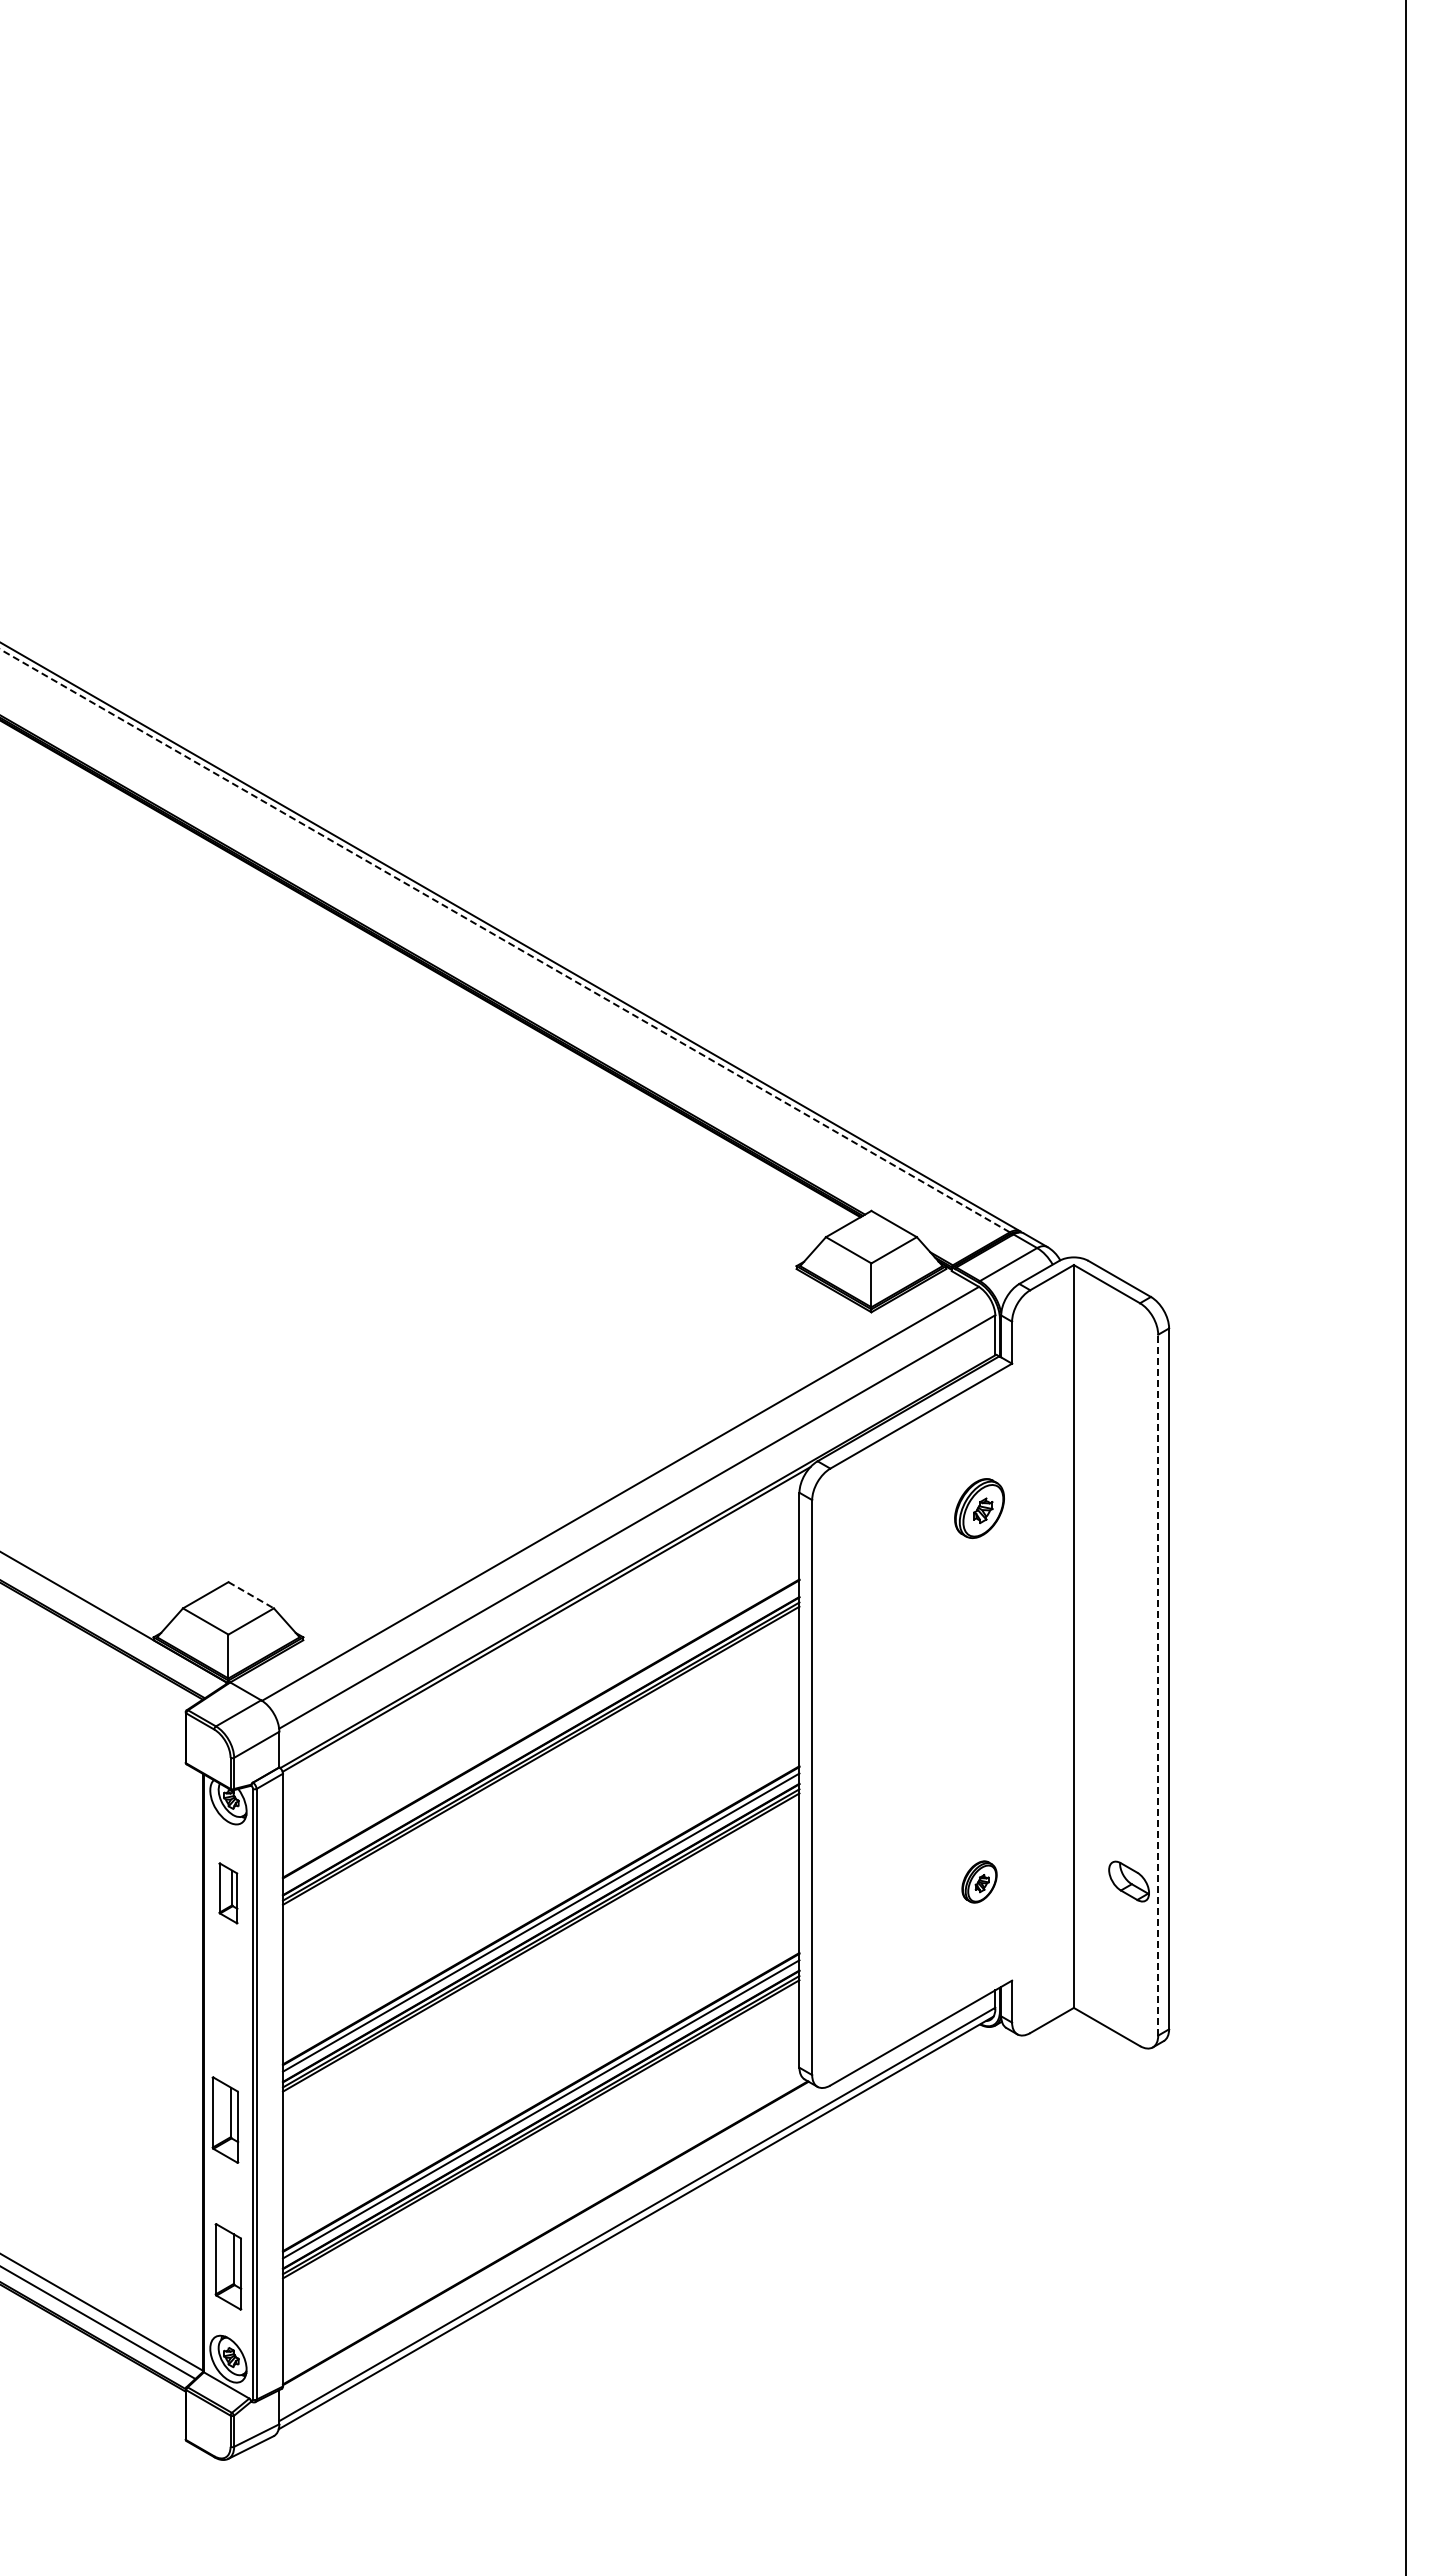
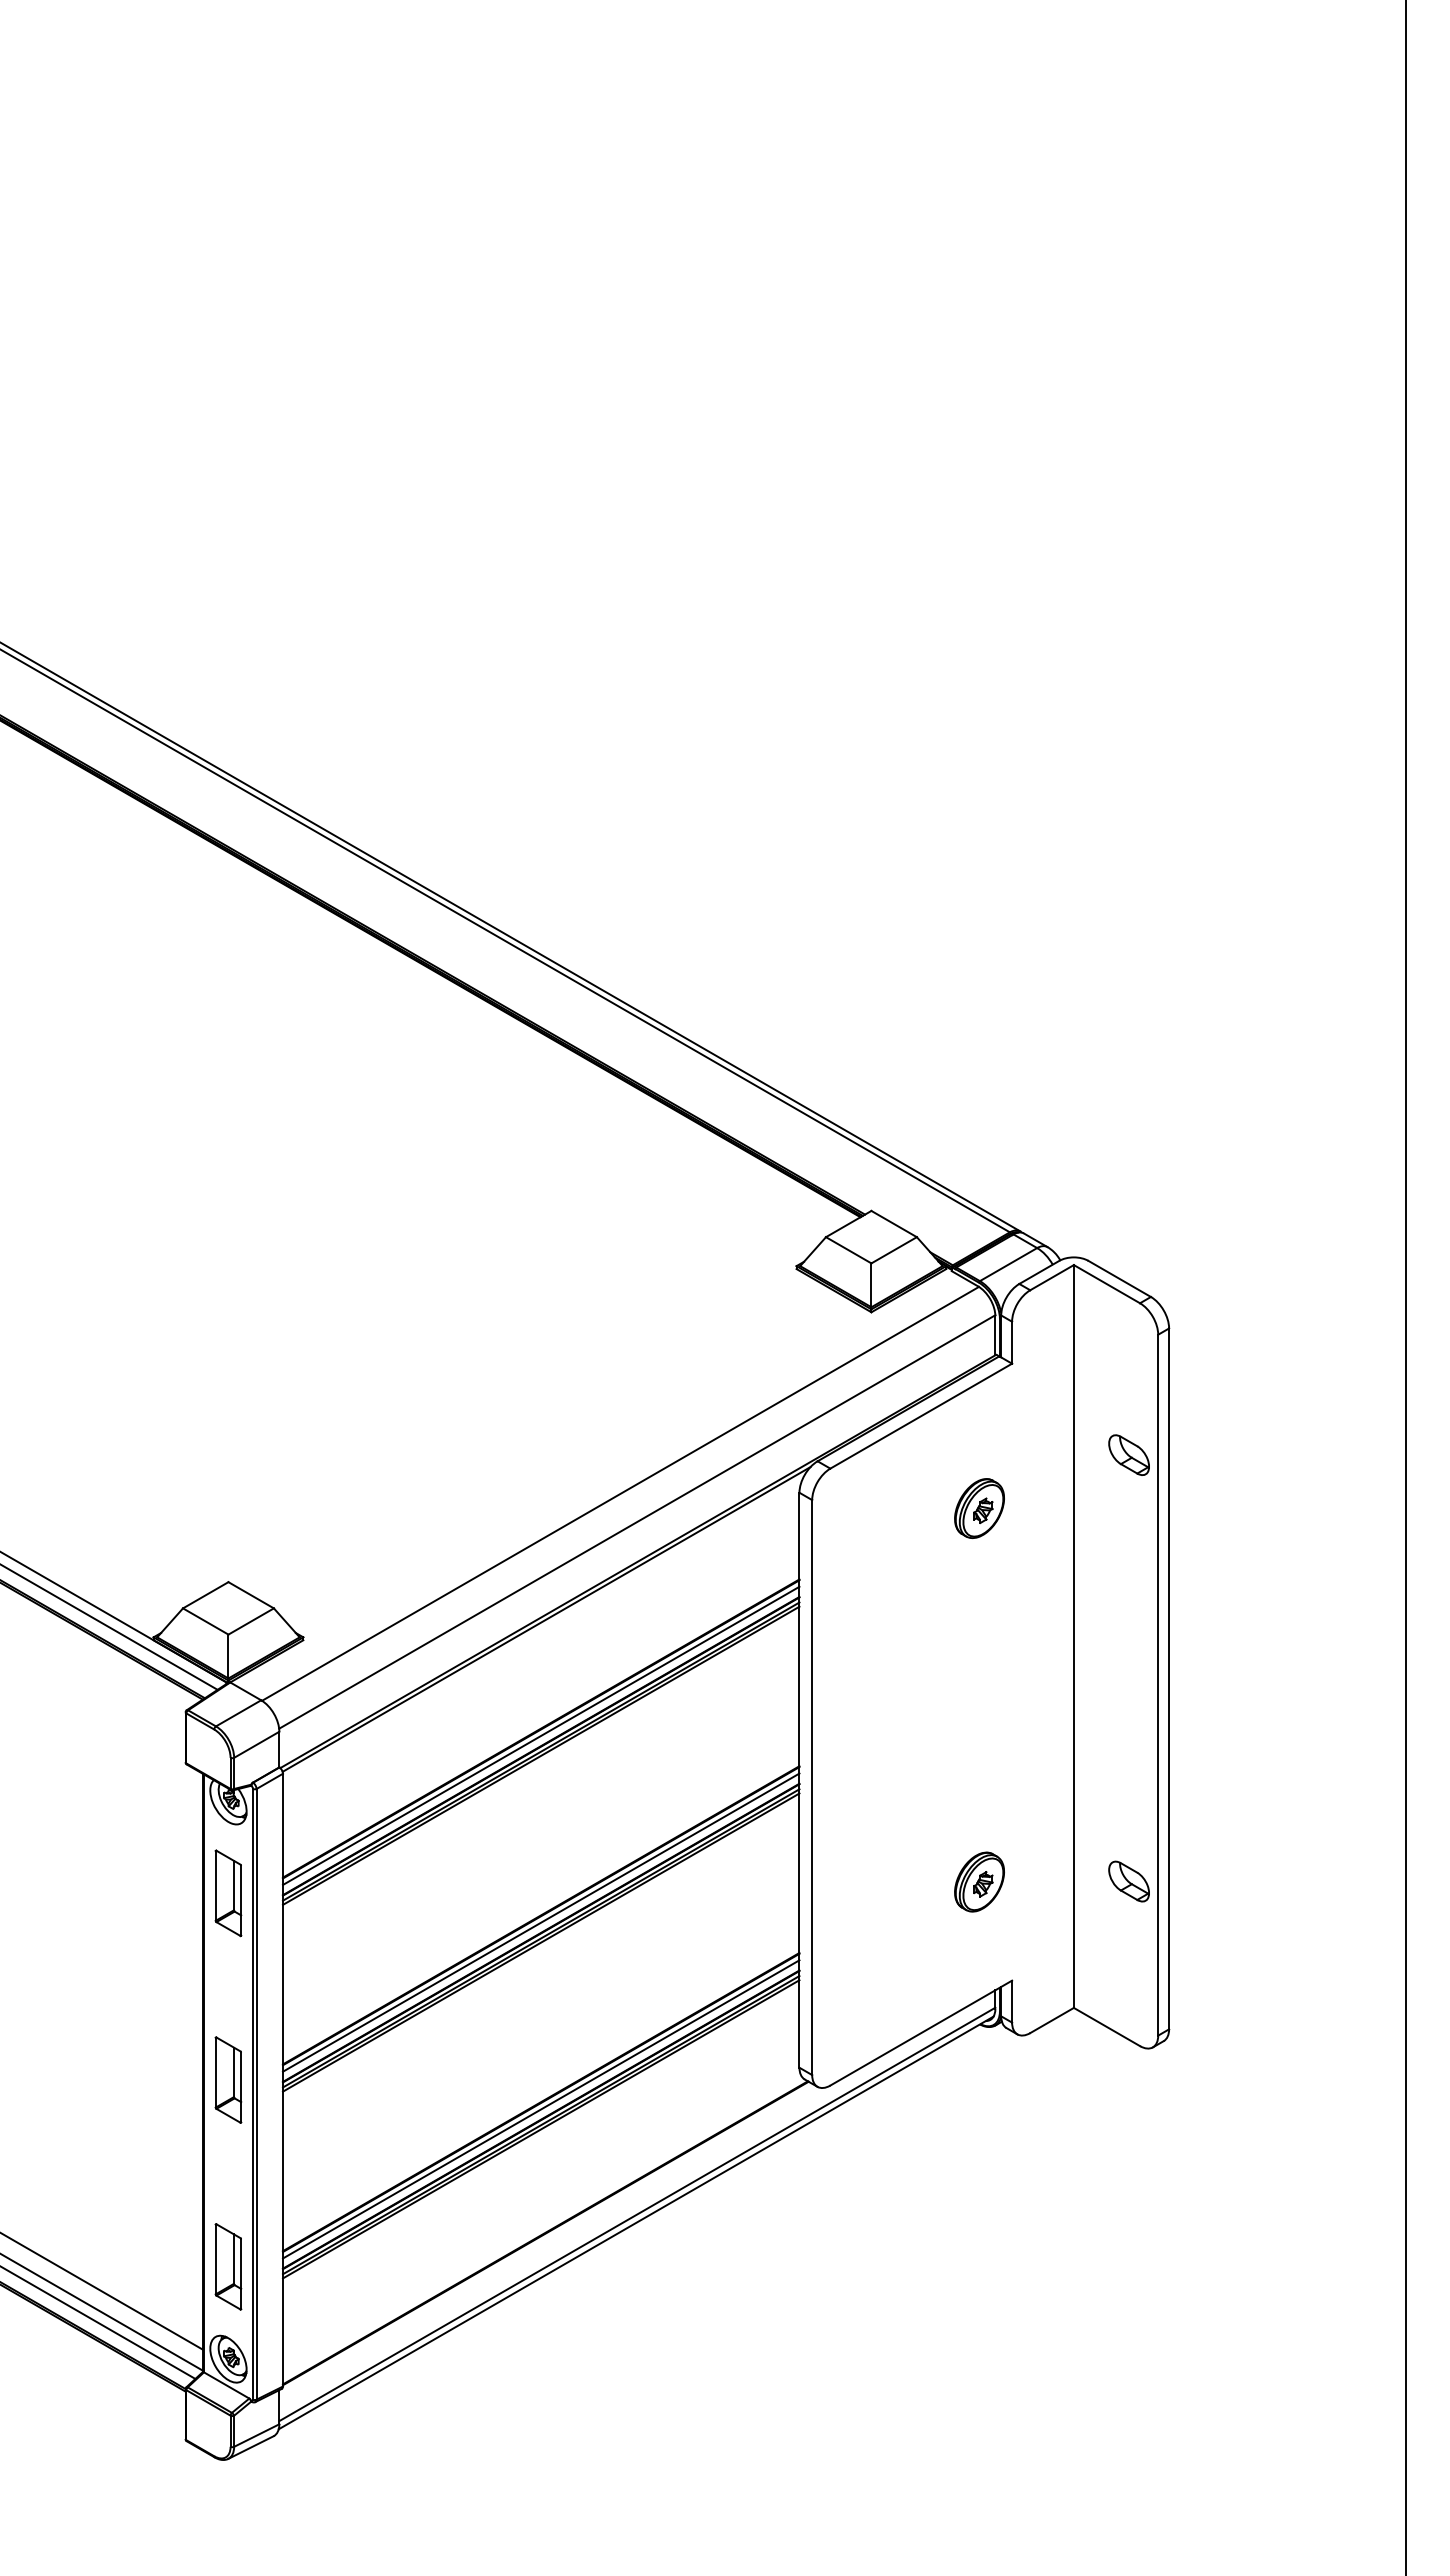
line at (505, 940): dashed -> solid
part at (1128, 1454): none -> present
line at (251, 1595): dashed -> solid
line at (109, 1627): none -> present
line at (1158, 1684): dashed -> solid
line at (540, 1735): none -> present
part at (979, 1881) size: 37x44 px -> 51x62 px
part at (228, 1893) size: 21x63 px -> 29x89 px
part at (225, 2119) position: (225, 2119) -> (228, 2079)
line at (102, 2291): none -> present
